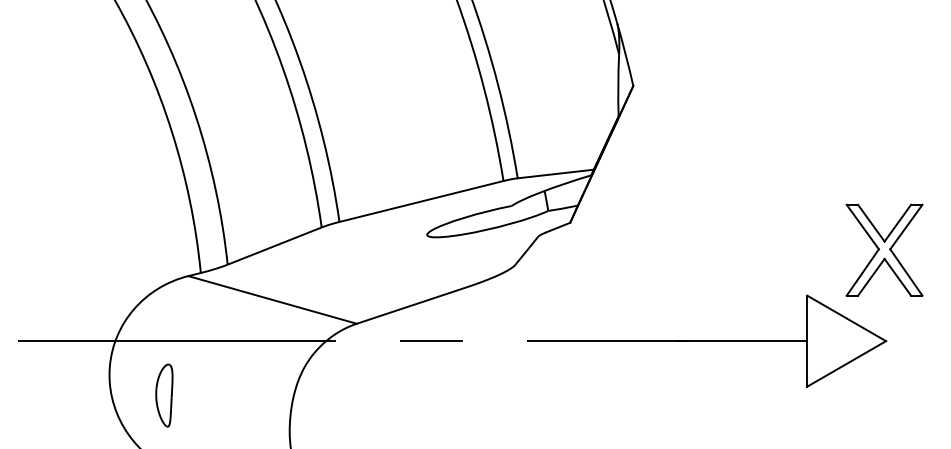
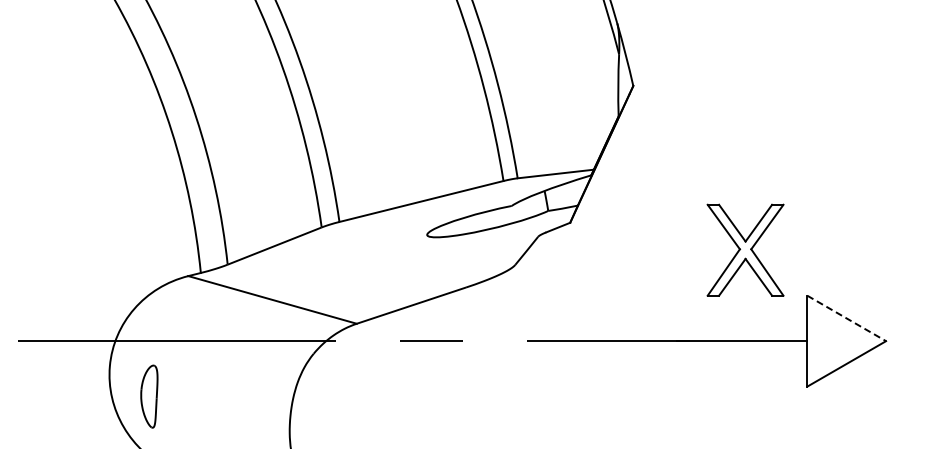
part at (884, 249) position: (884, 249) -> (745, 249)
line at (847, 318): solid -> dashed
part at (164, 395) position: (164, 395) -> (149, 396)
